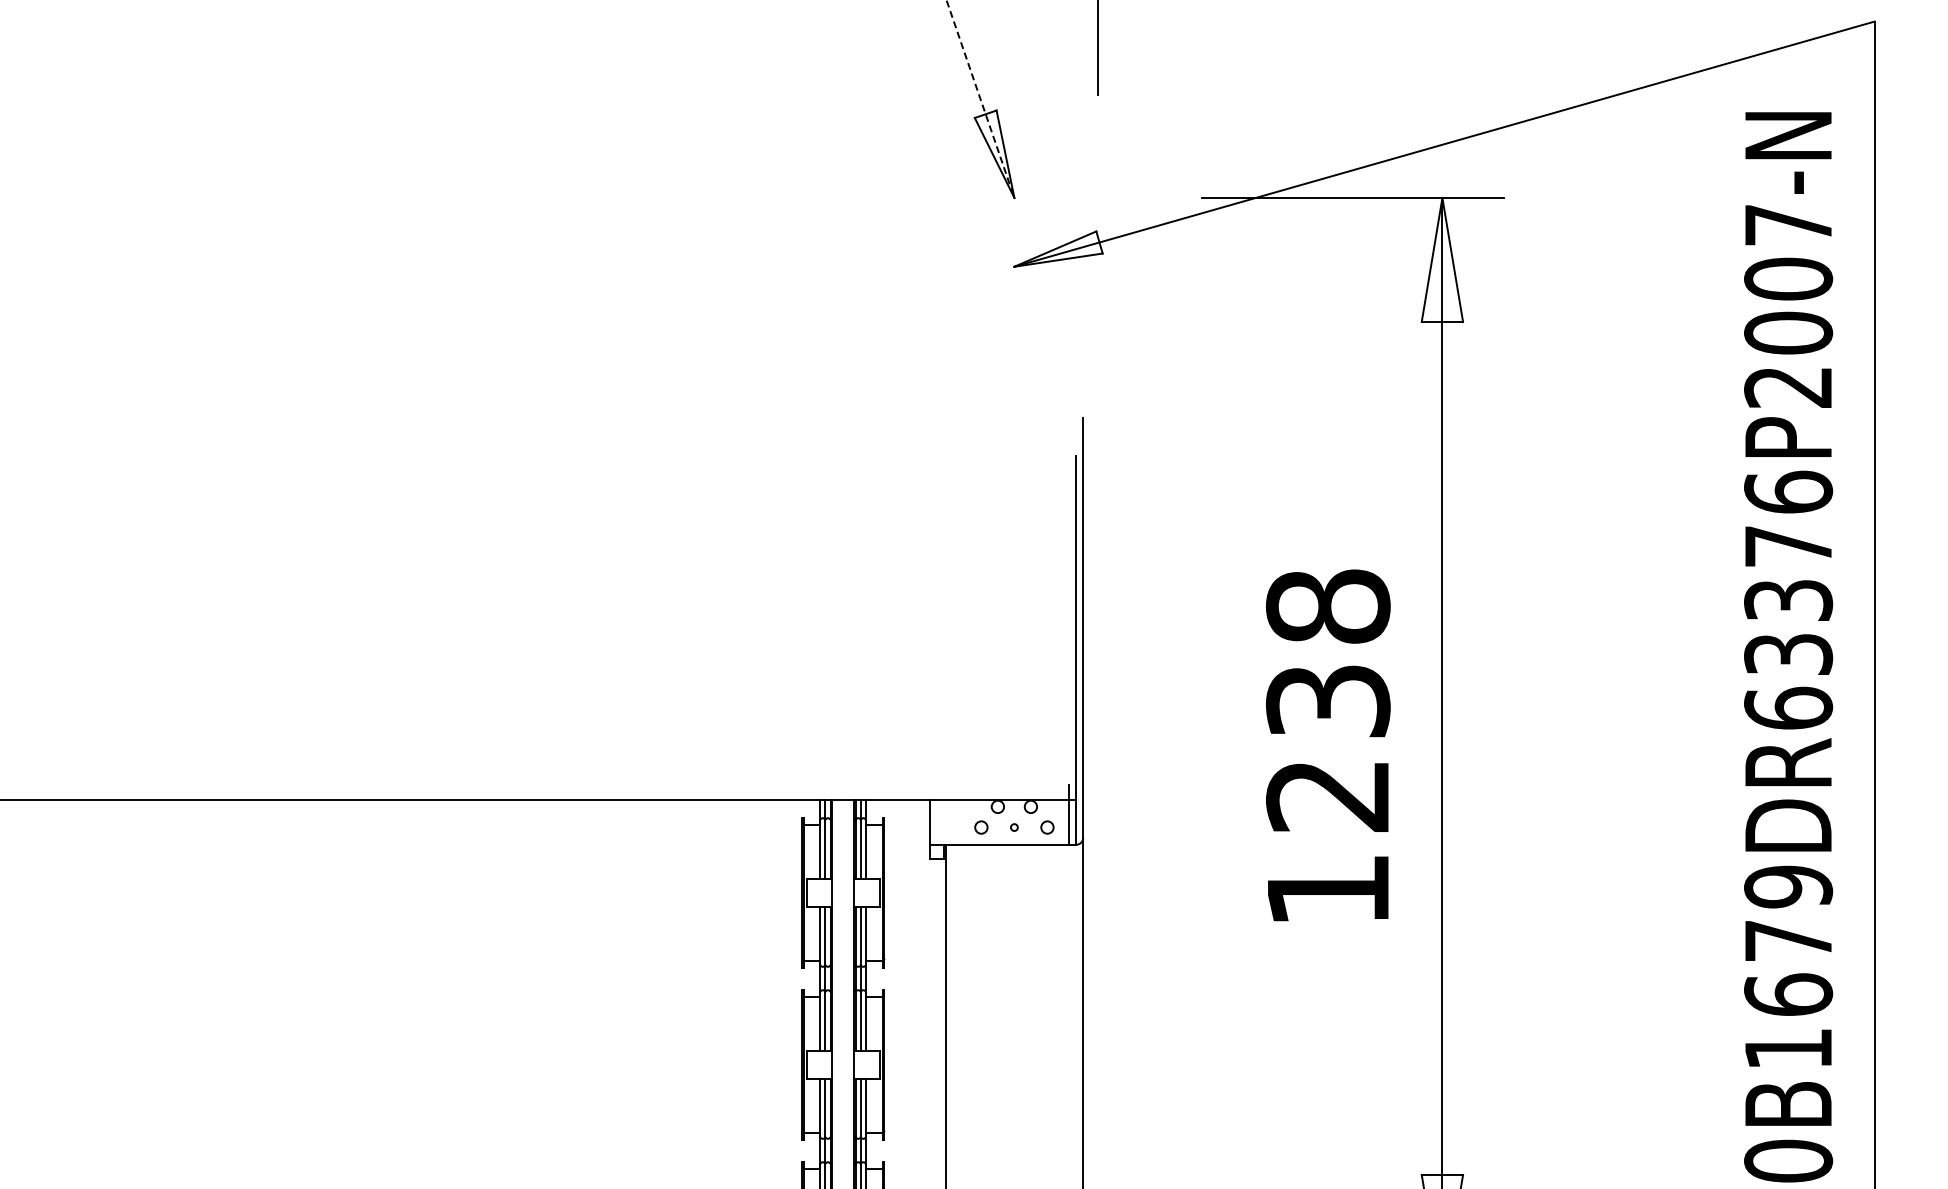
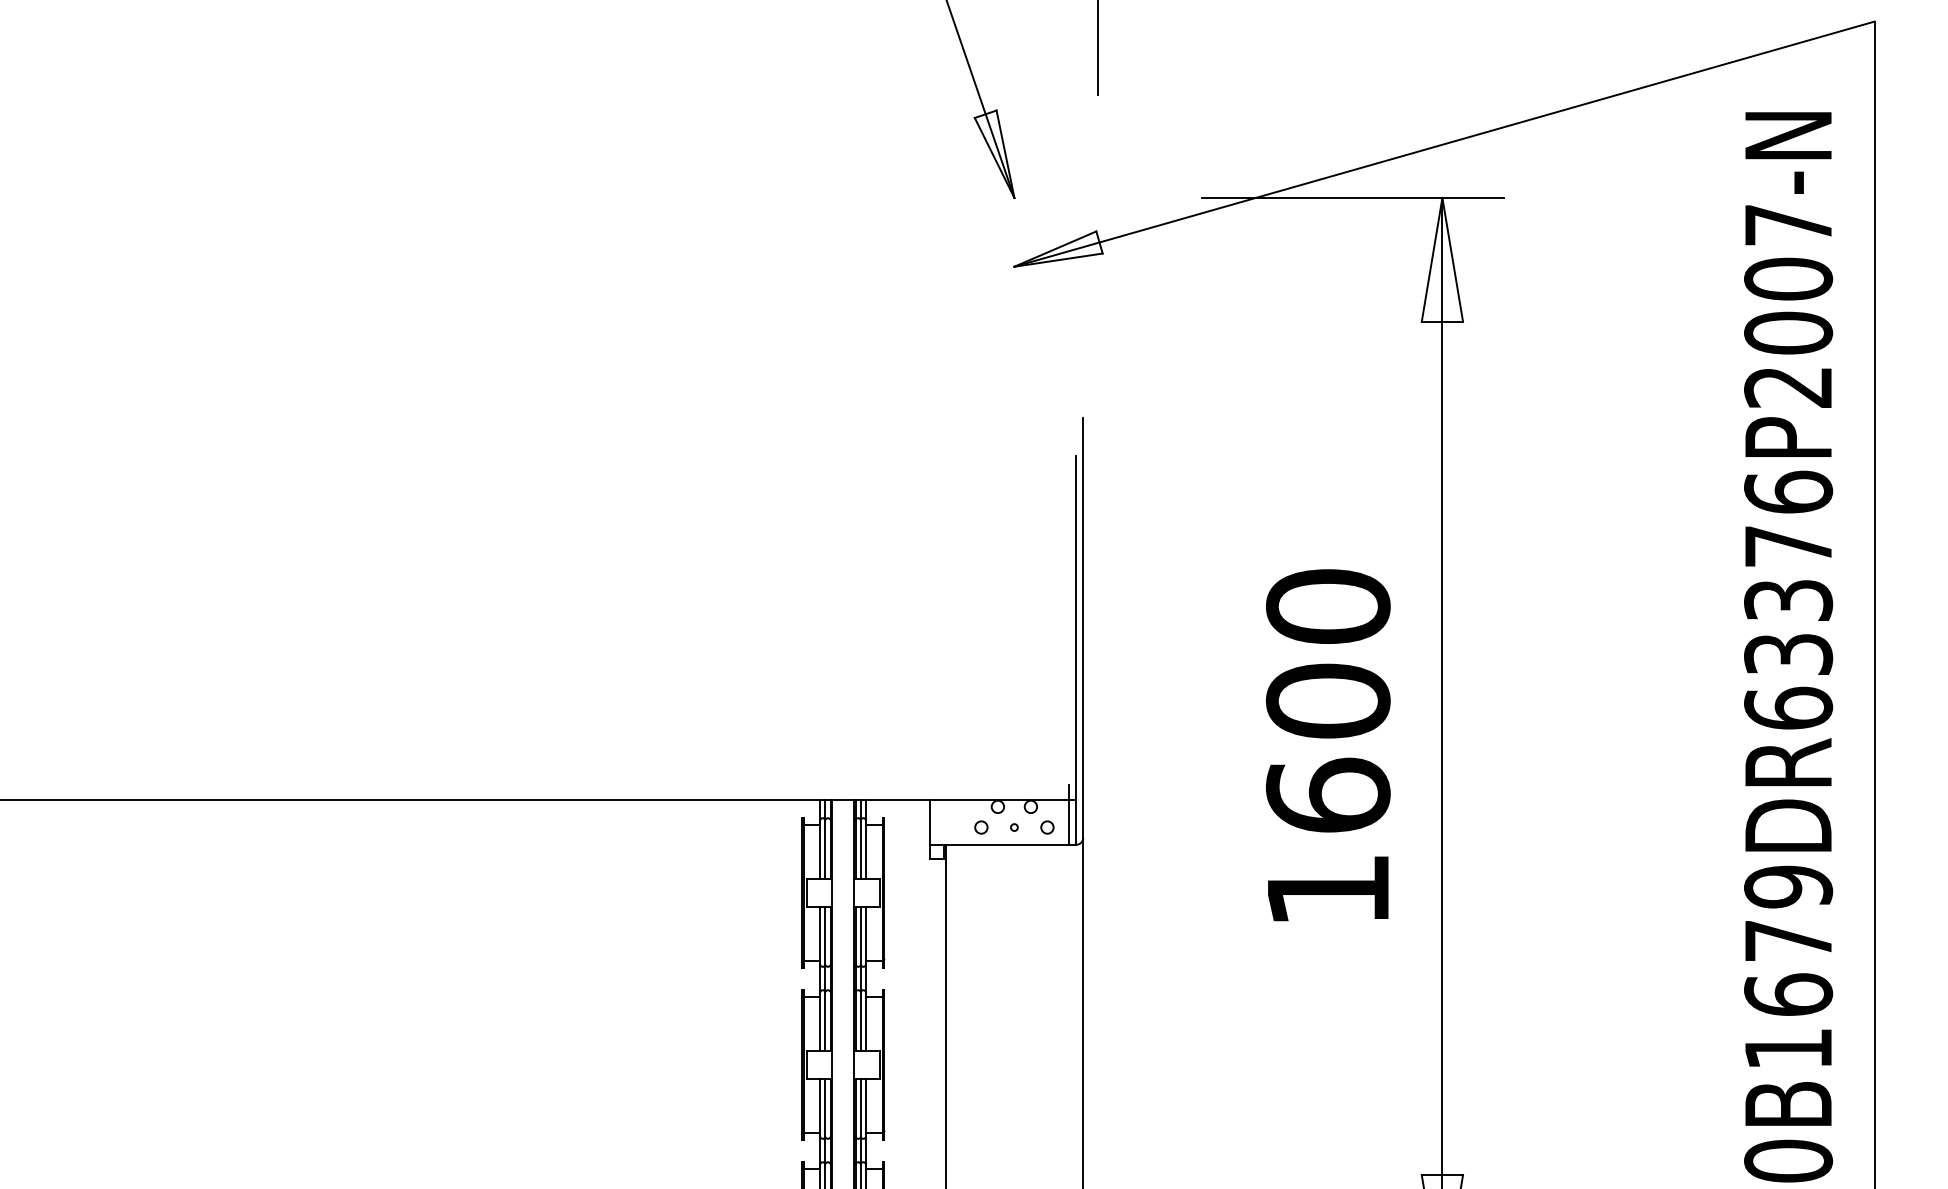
line at (980, 99): dashed -> solid
text at (1327, 700): 1238 -> 1600
